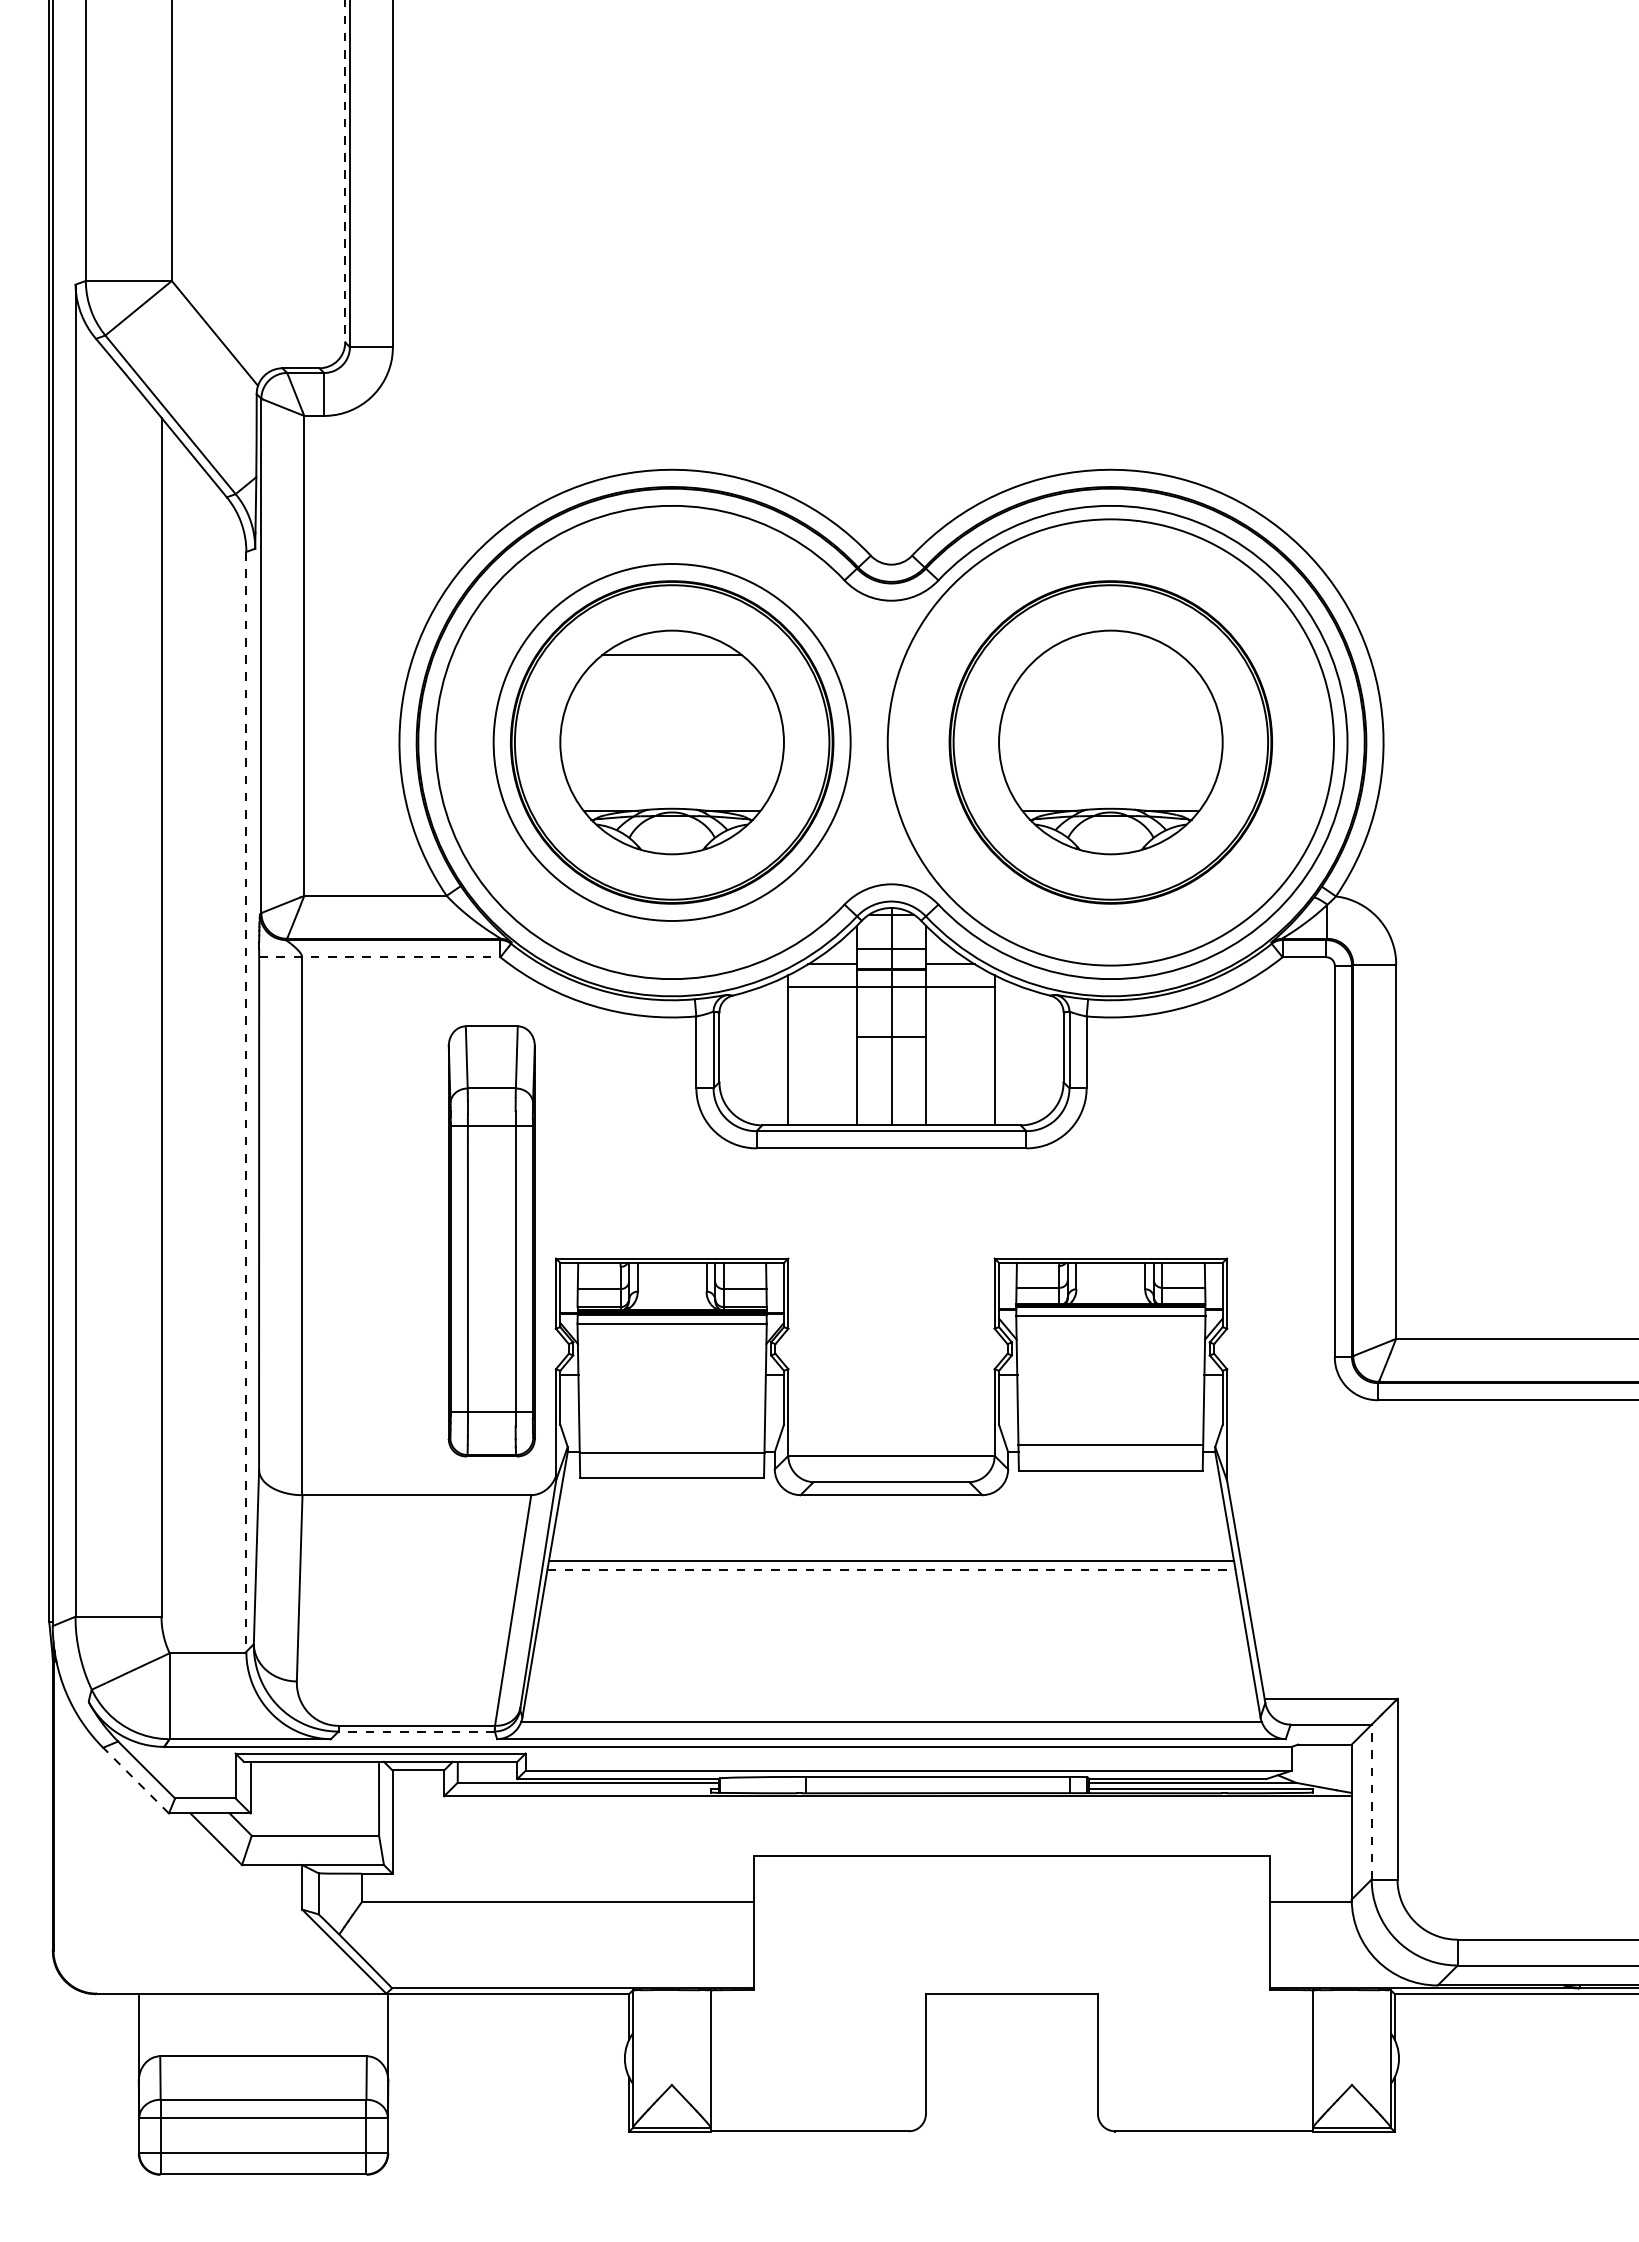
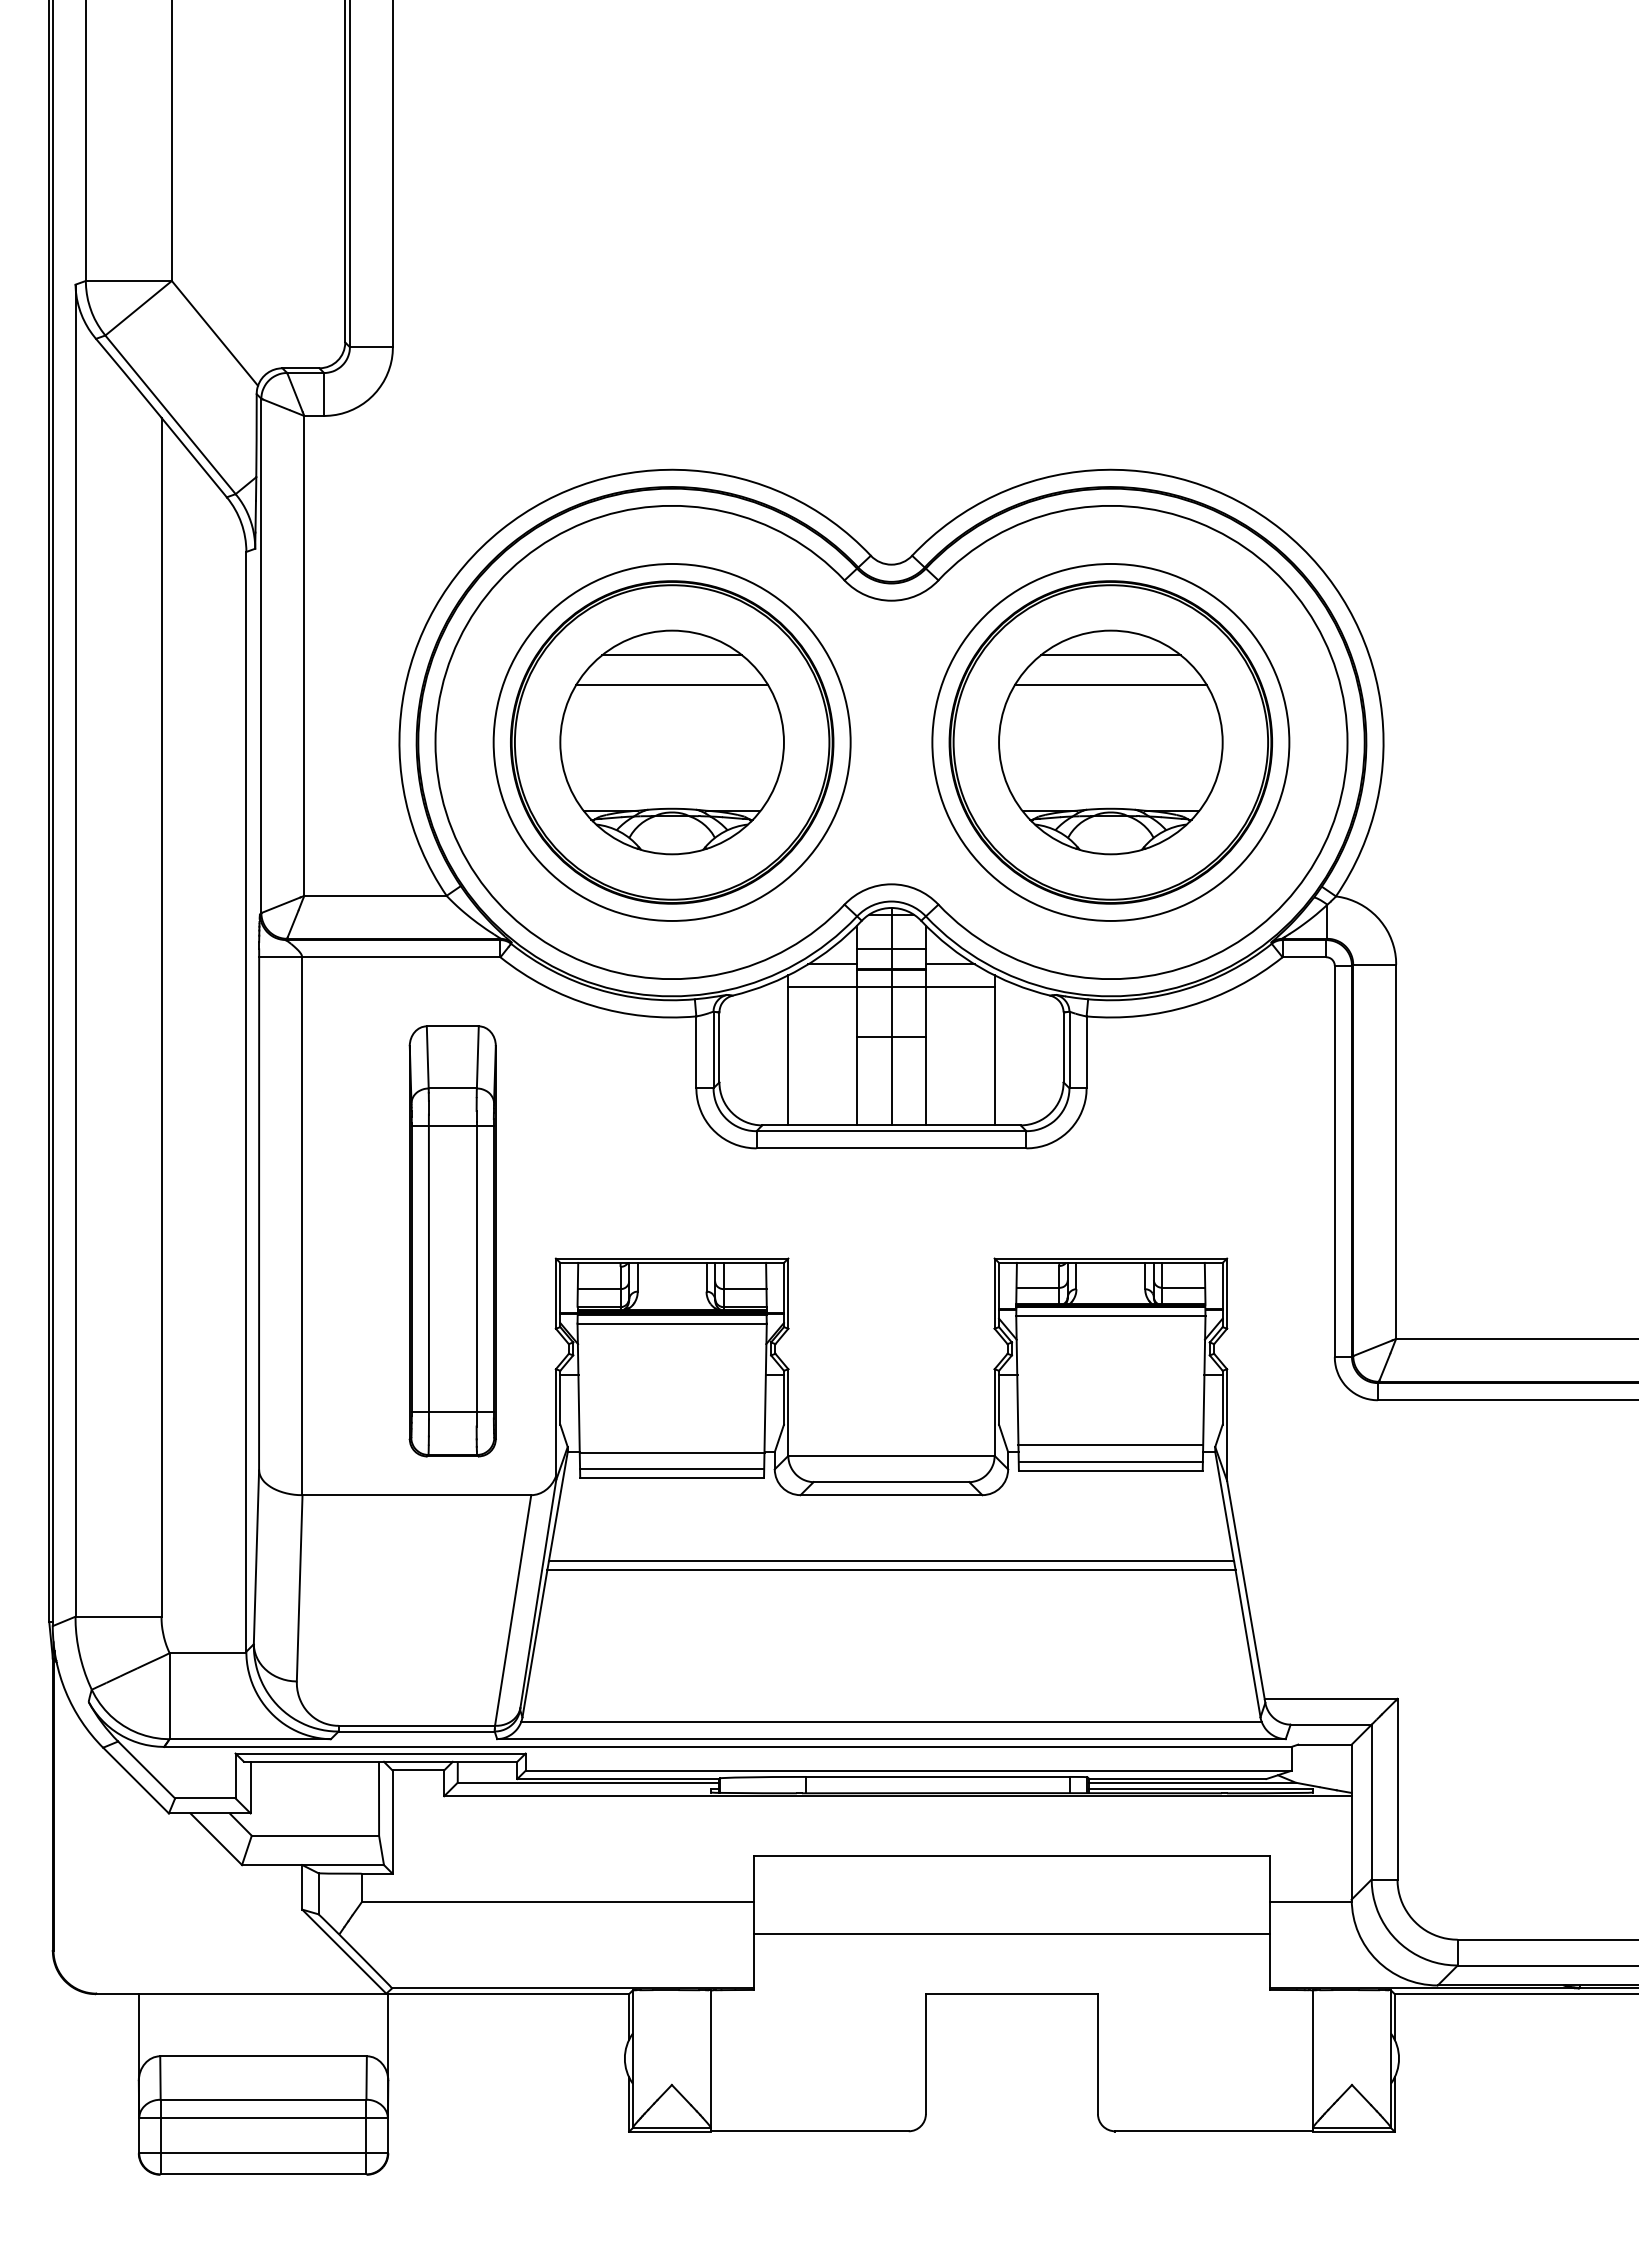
line at (345, 171): dashed -> solid
line at (1110, 655): none -> present
line at (671, 685): none -> present
line at (1110, 685): none -> present
circle at (1110, 742) diameter: 446 px -> 357 px
line at (379, 957): dashed -> solid
line at (246, 1101): dashed -> solid
part at (491, 1241) position: (491, 1241) -> (452, 1241)
line at (1110, 1462): none -> present
line at (672, 1469): none -> present
line at (891, 1569): dashed -> solid
line at (416, 1731): dashed -> solid
line at (135, 1780): dashed -> solid
line at (1371, 1801): dashed -> solid
line at (1011, 1933): none -> present
